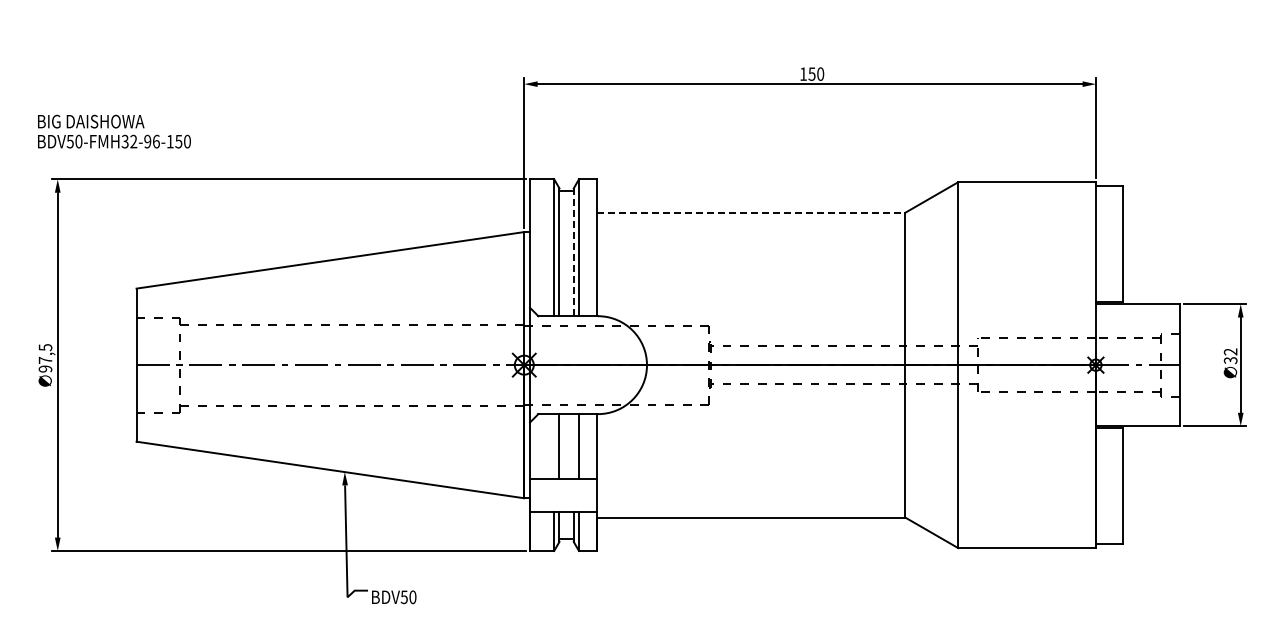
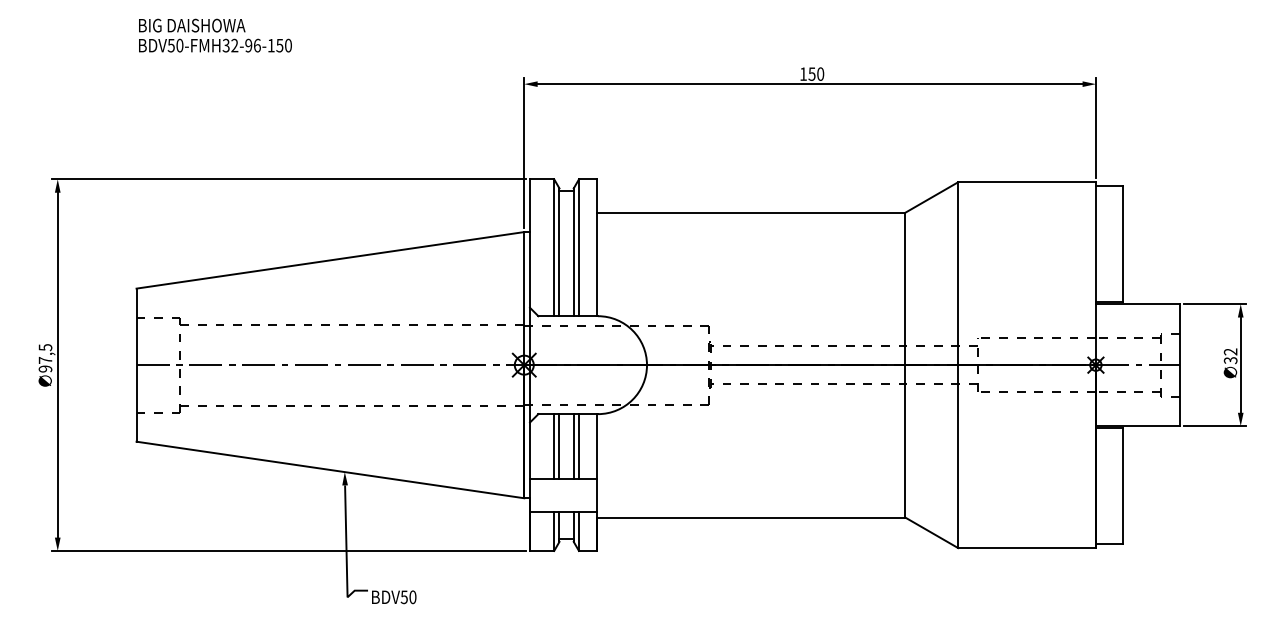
text at (114, 131) position: (114, 131) -> (215, 35)
line at (751, 212): dashed -> solid
line at (573, 252): dashed -> solid
line at (554, 446): none -> present
line at (573, 446): none -> present
